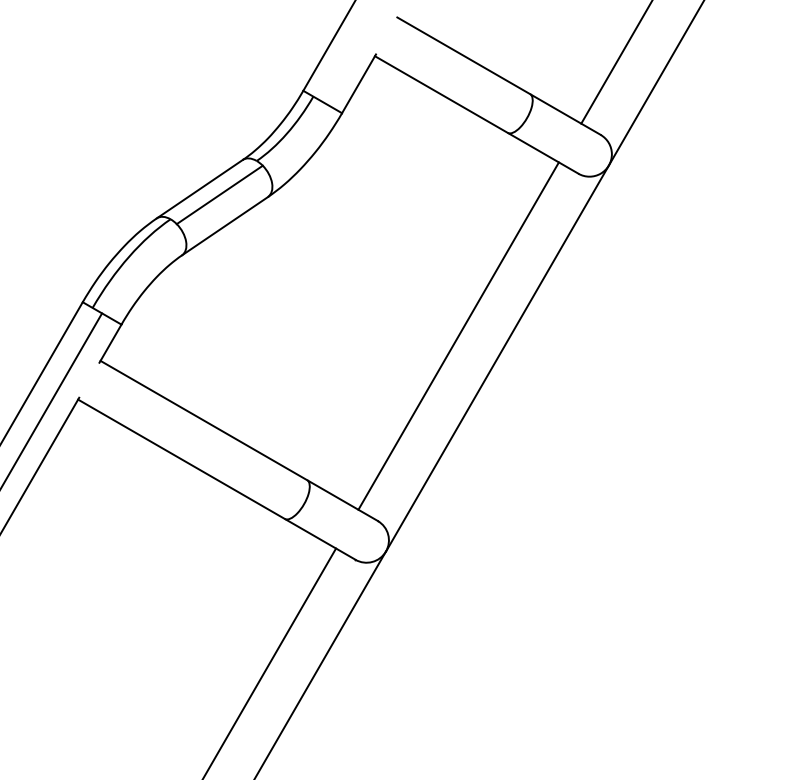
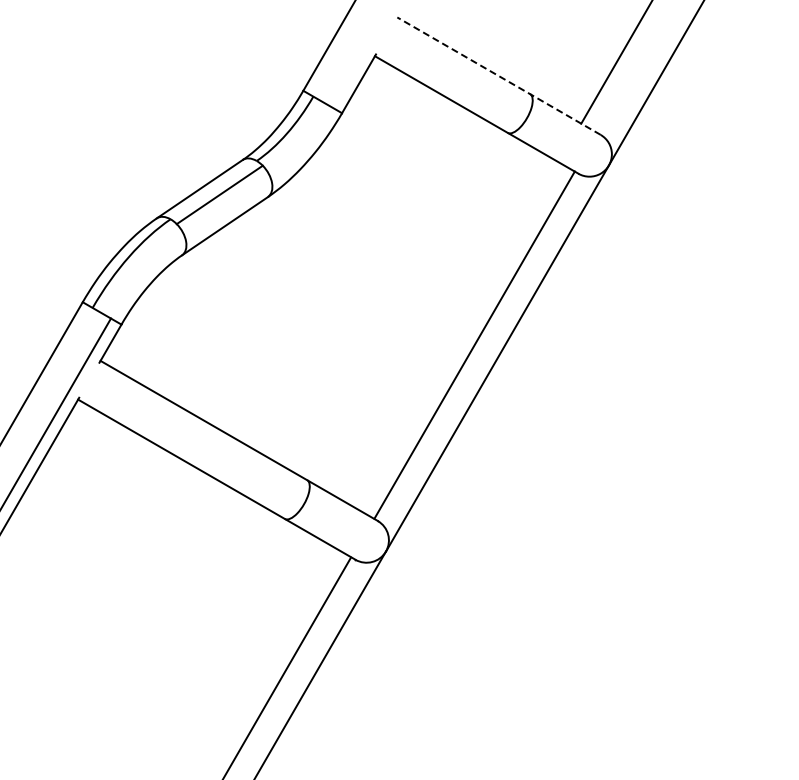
line at (498, 75): solid -> dashed
line at (458, 335) position: (458, 335) -> (474, 344)
line at (52, 399) position: (52, 399) -> (56, 412)
line at (270, 662) position: (270, 662) -> (287, 666)
